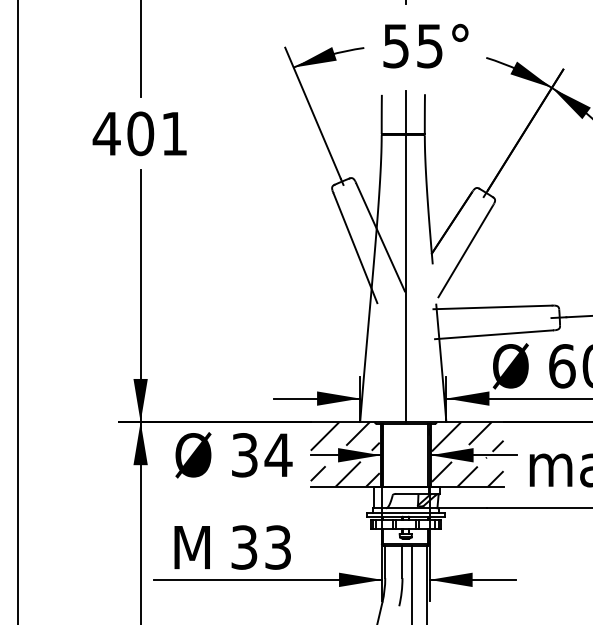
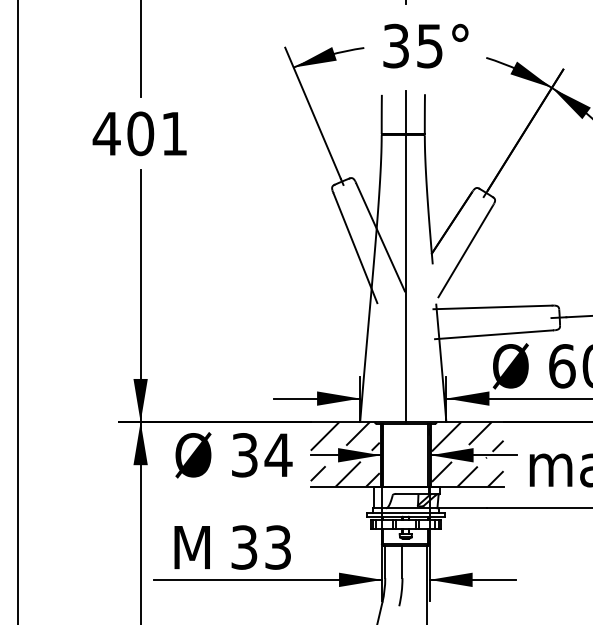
text at (395, 45): 55° -> 35°
line at (412, 583): present -> none
